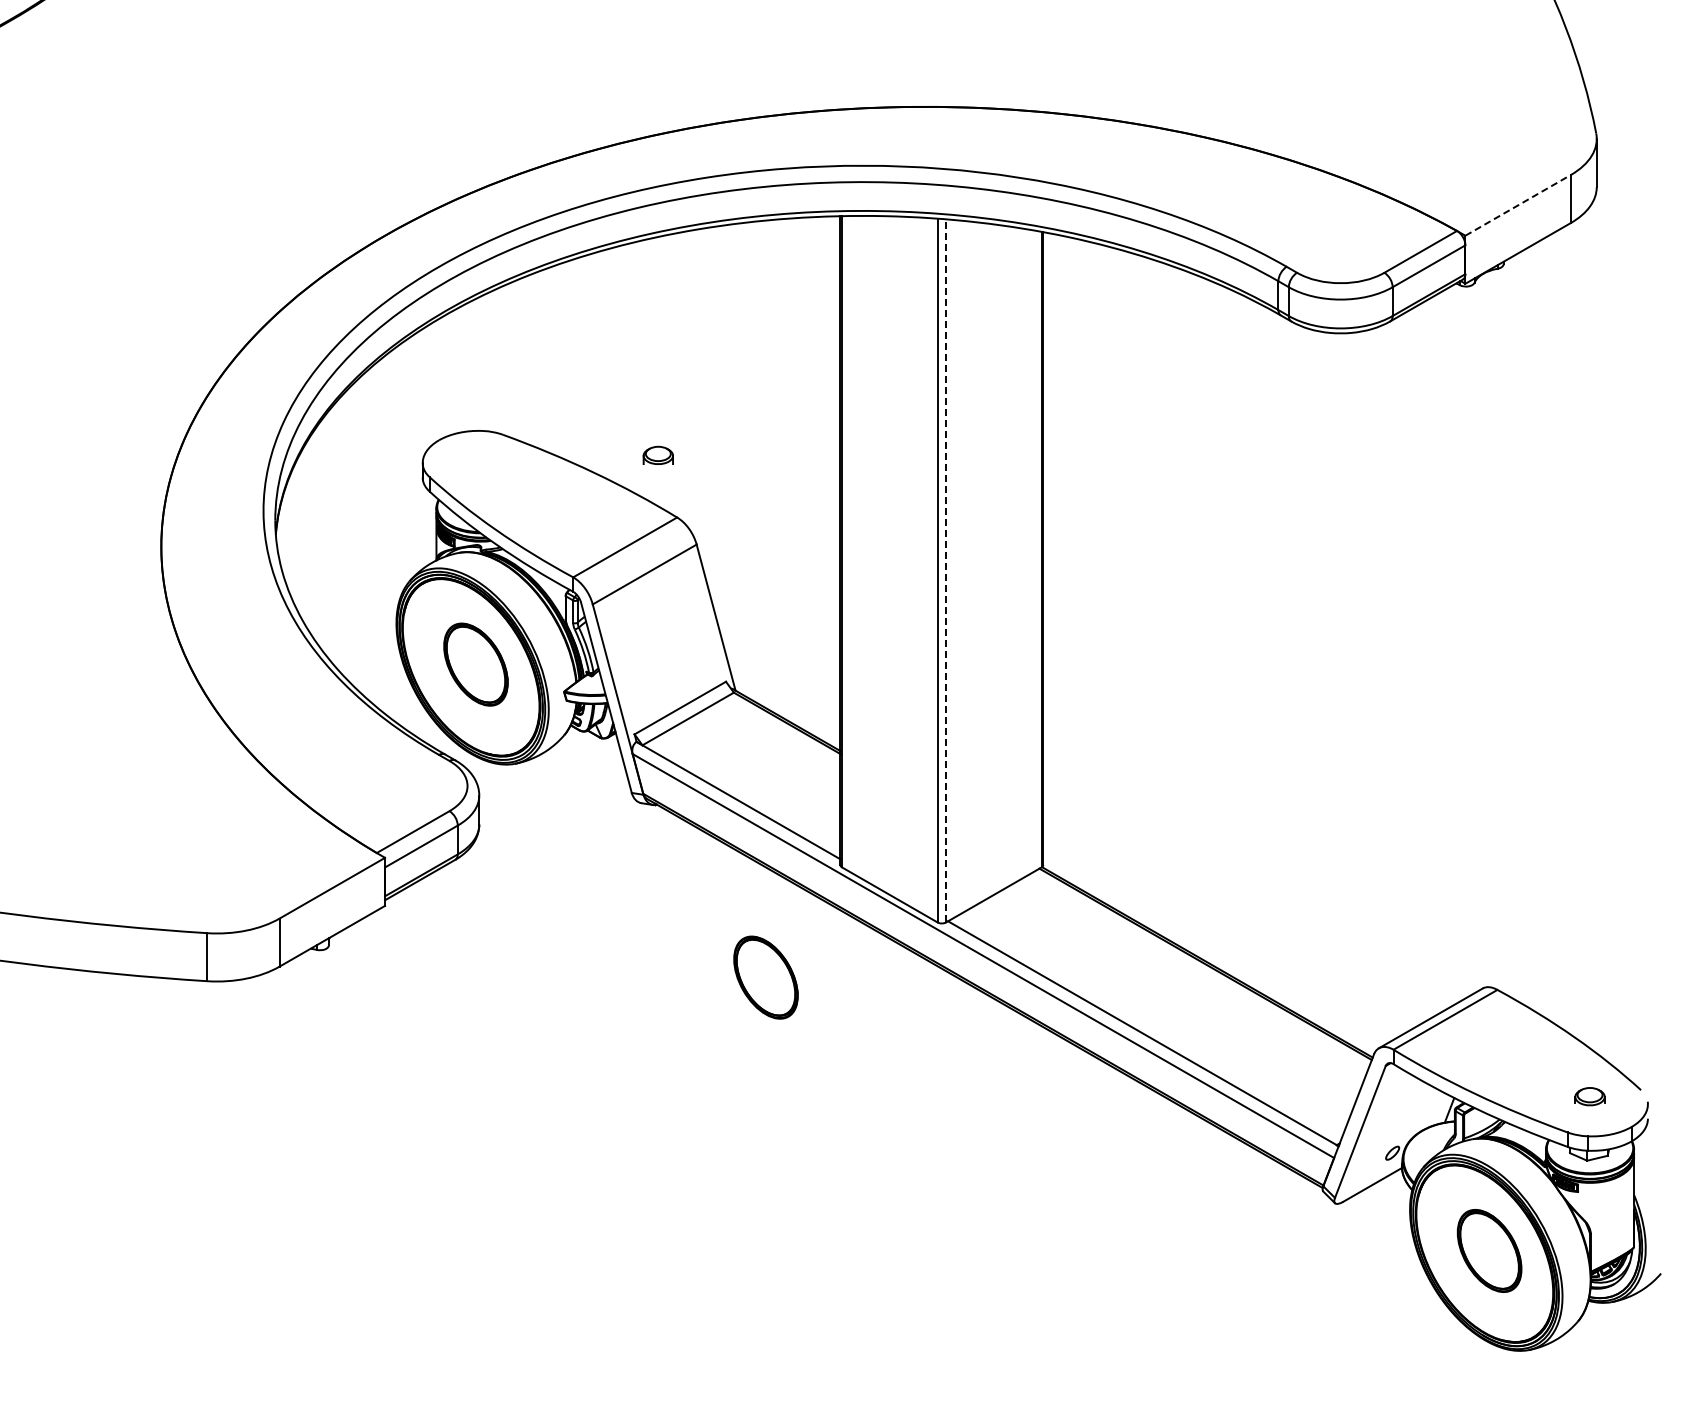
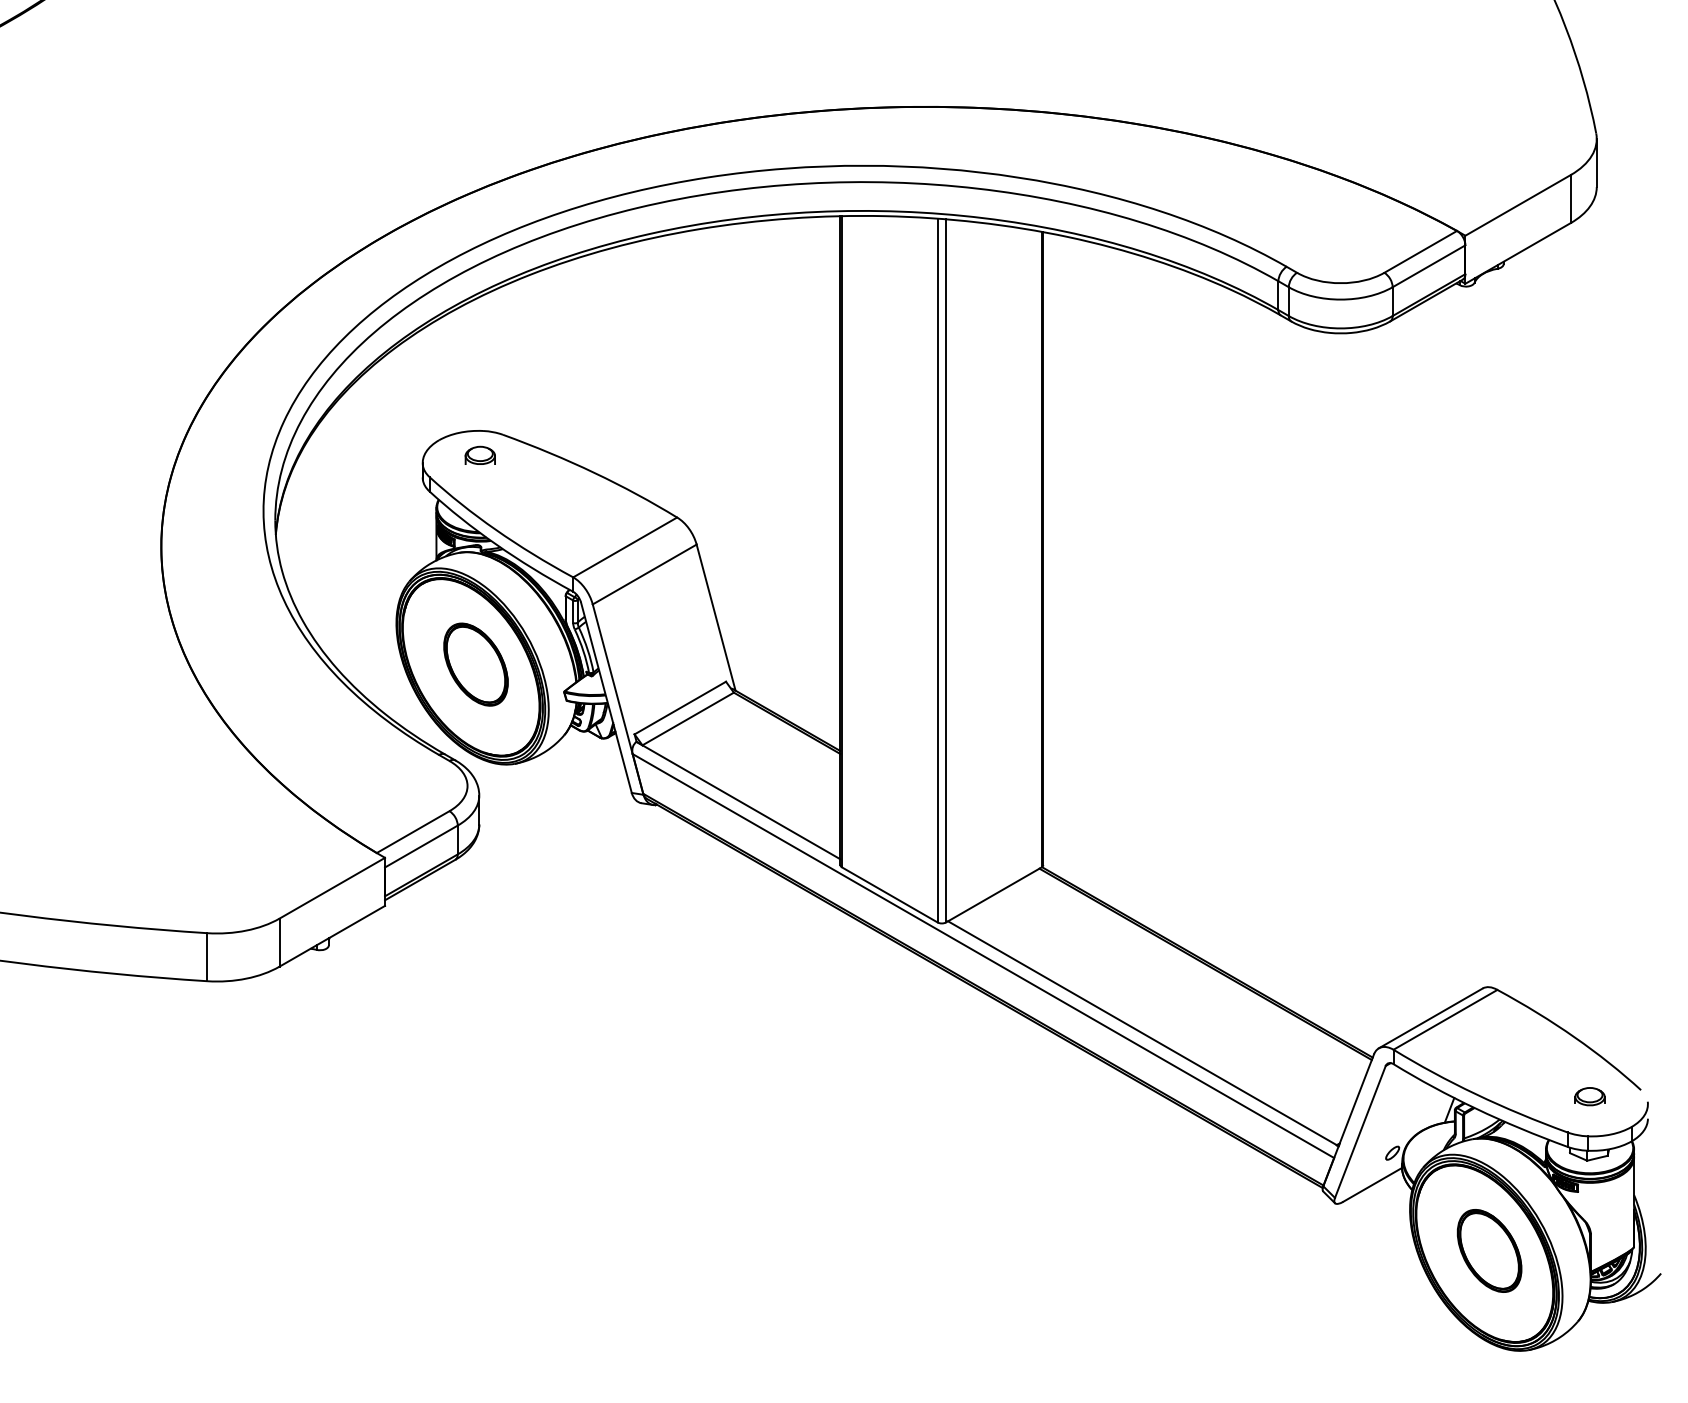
line at (1518, 205): dashed -> solid
part at (657, 454) position: (657, 454) -> (479, 454)
line at (946, 570): dashed -> solid
part at (765, 977): present -> none
